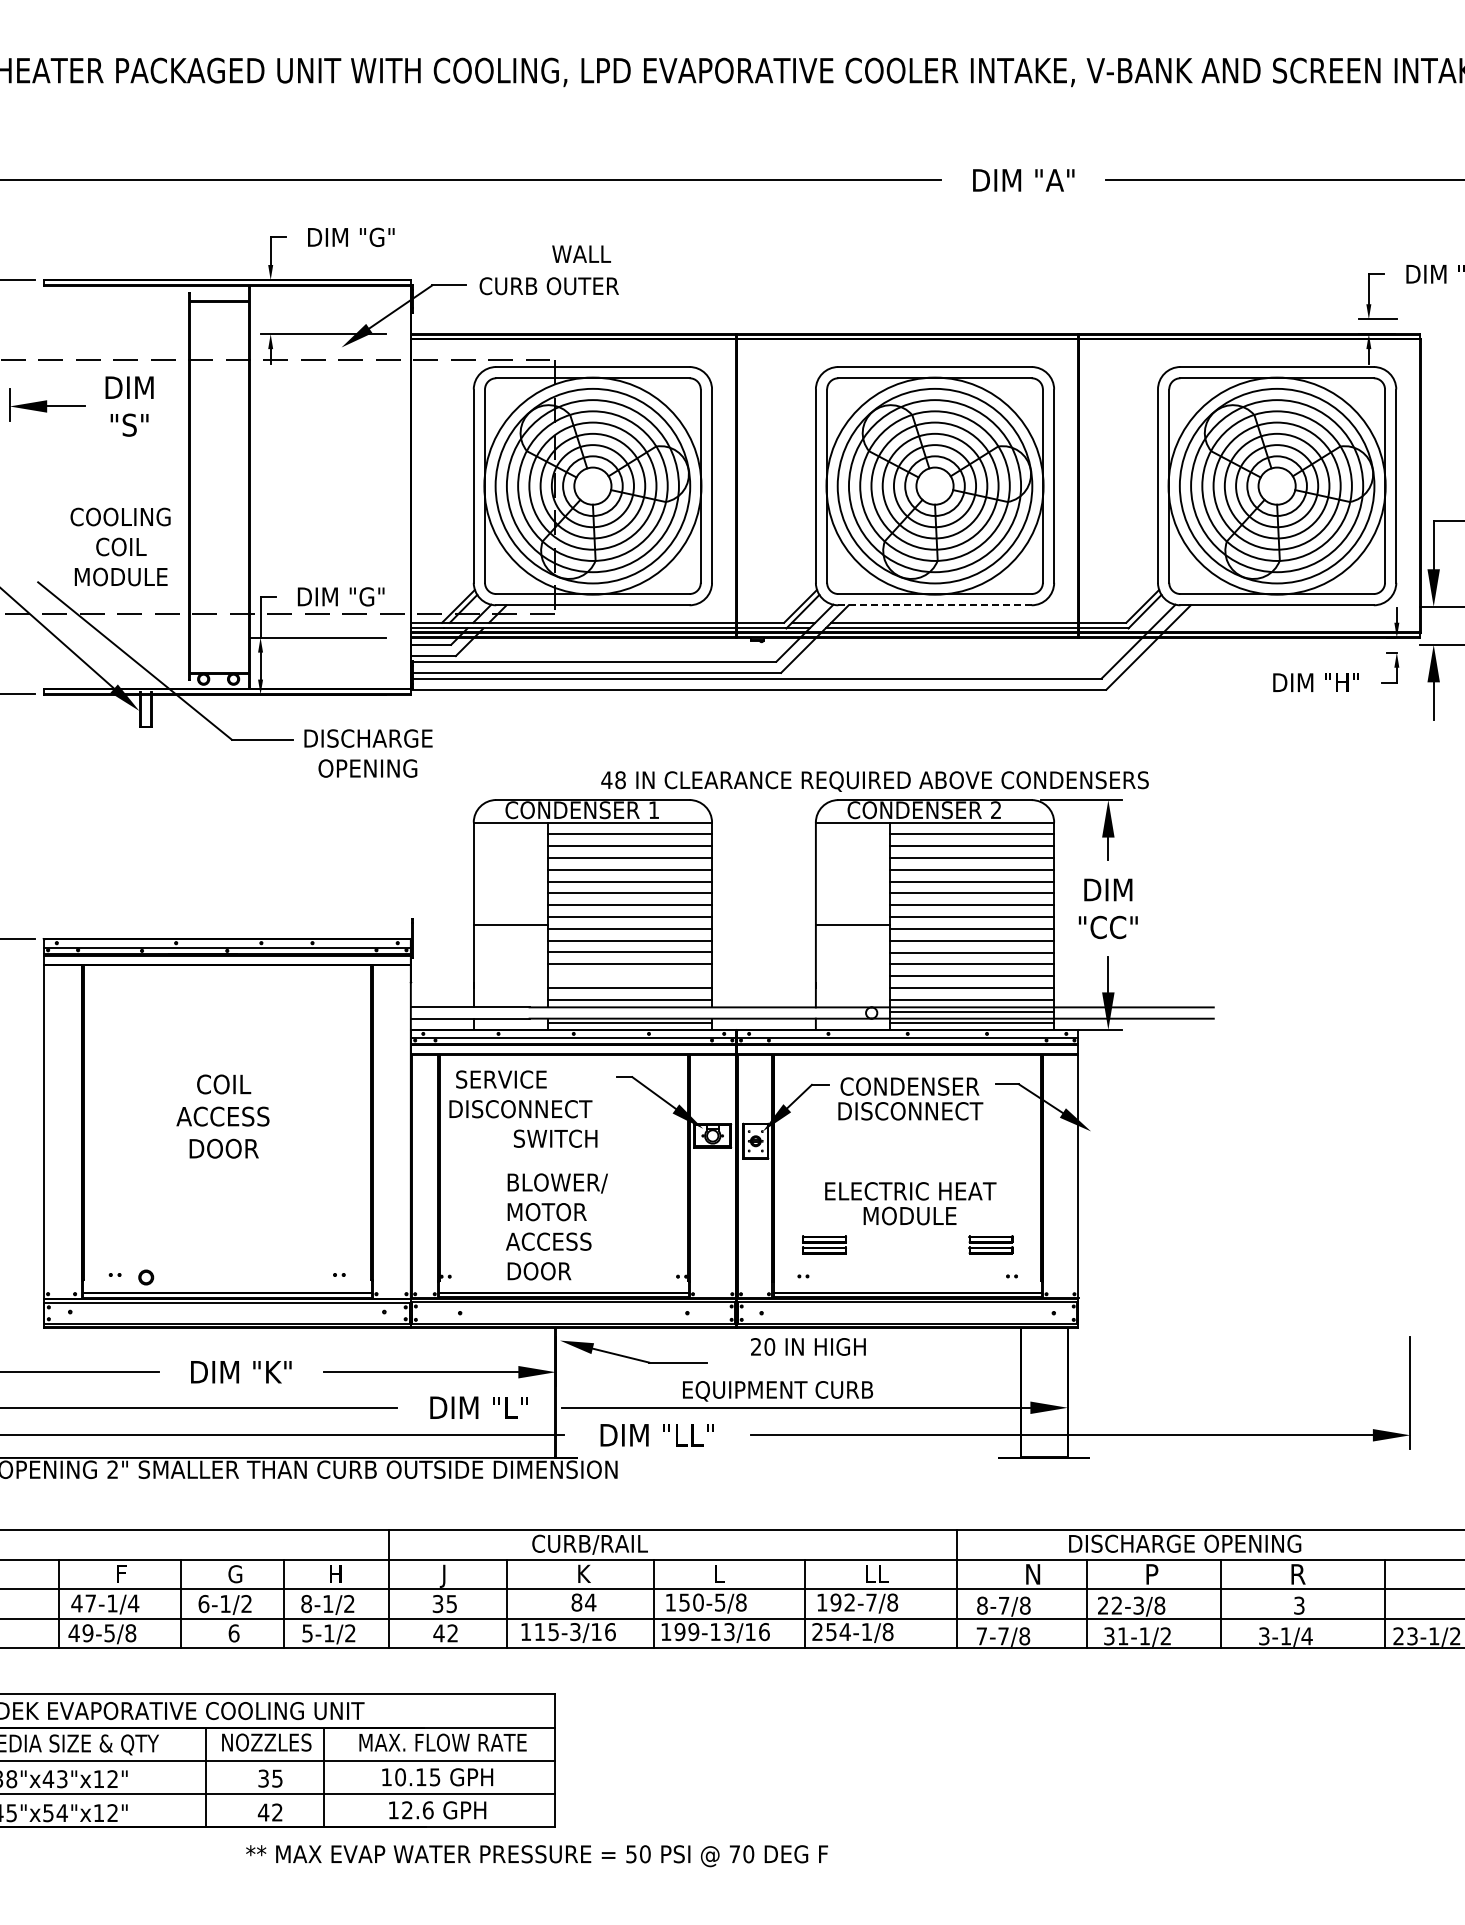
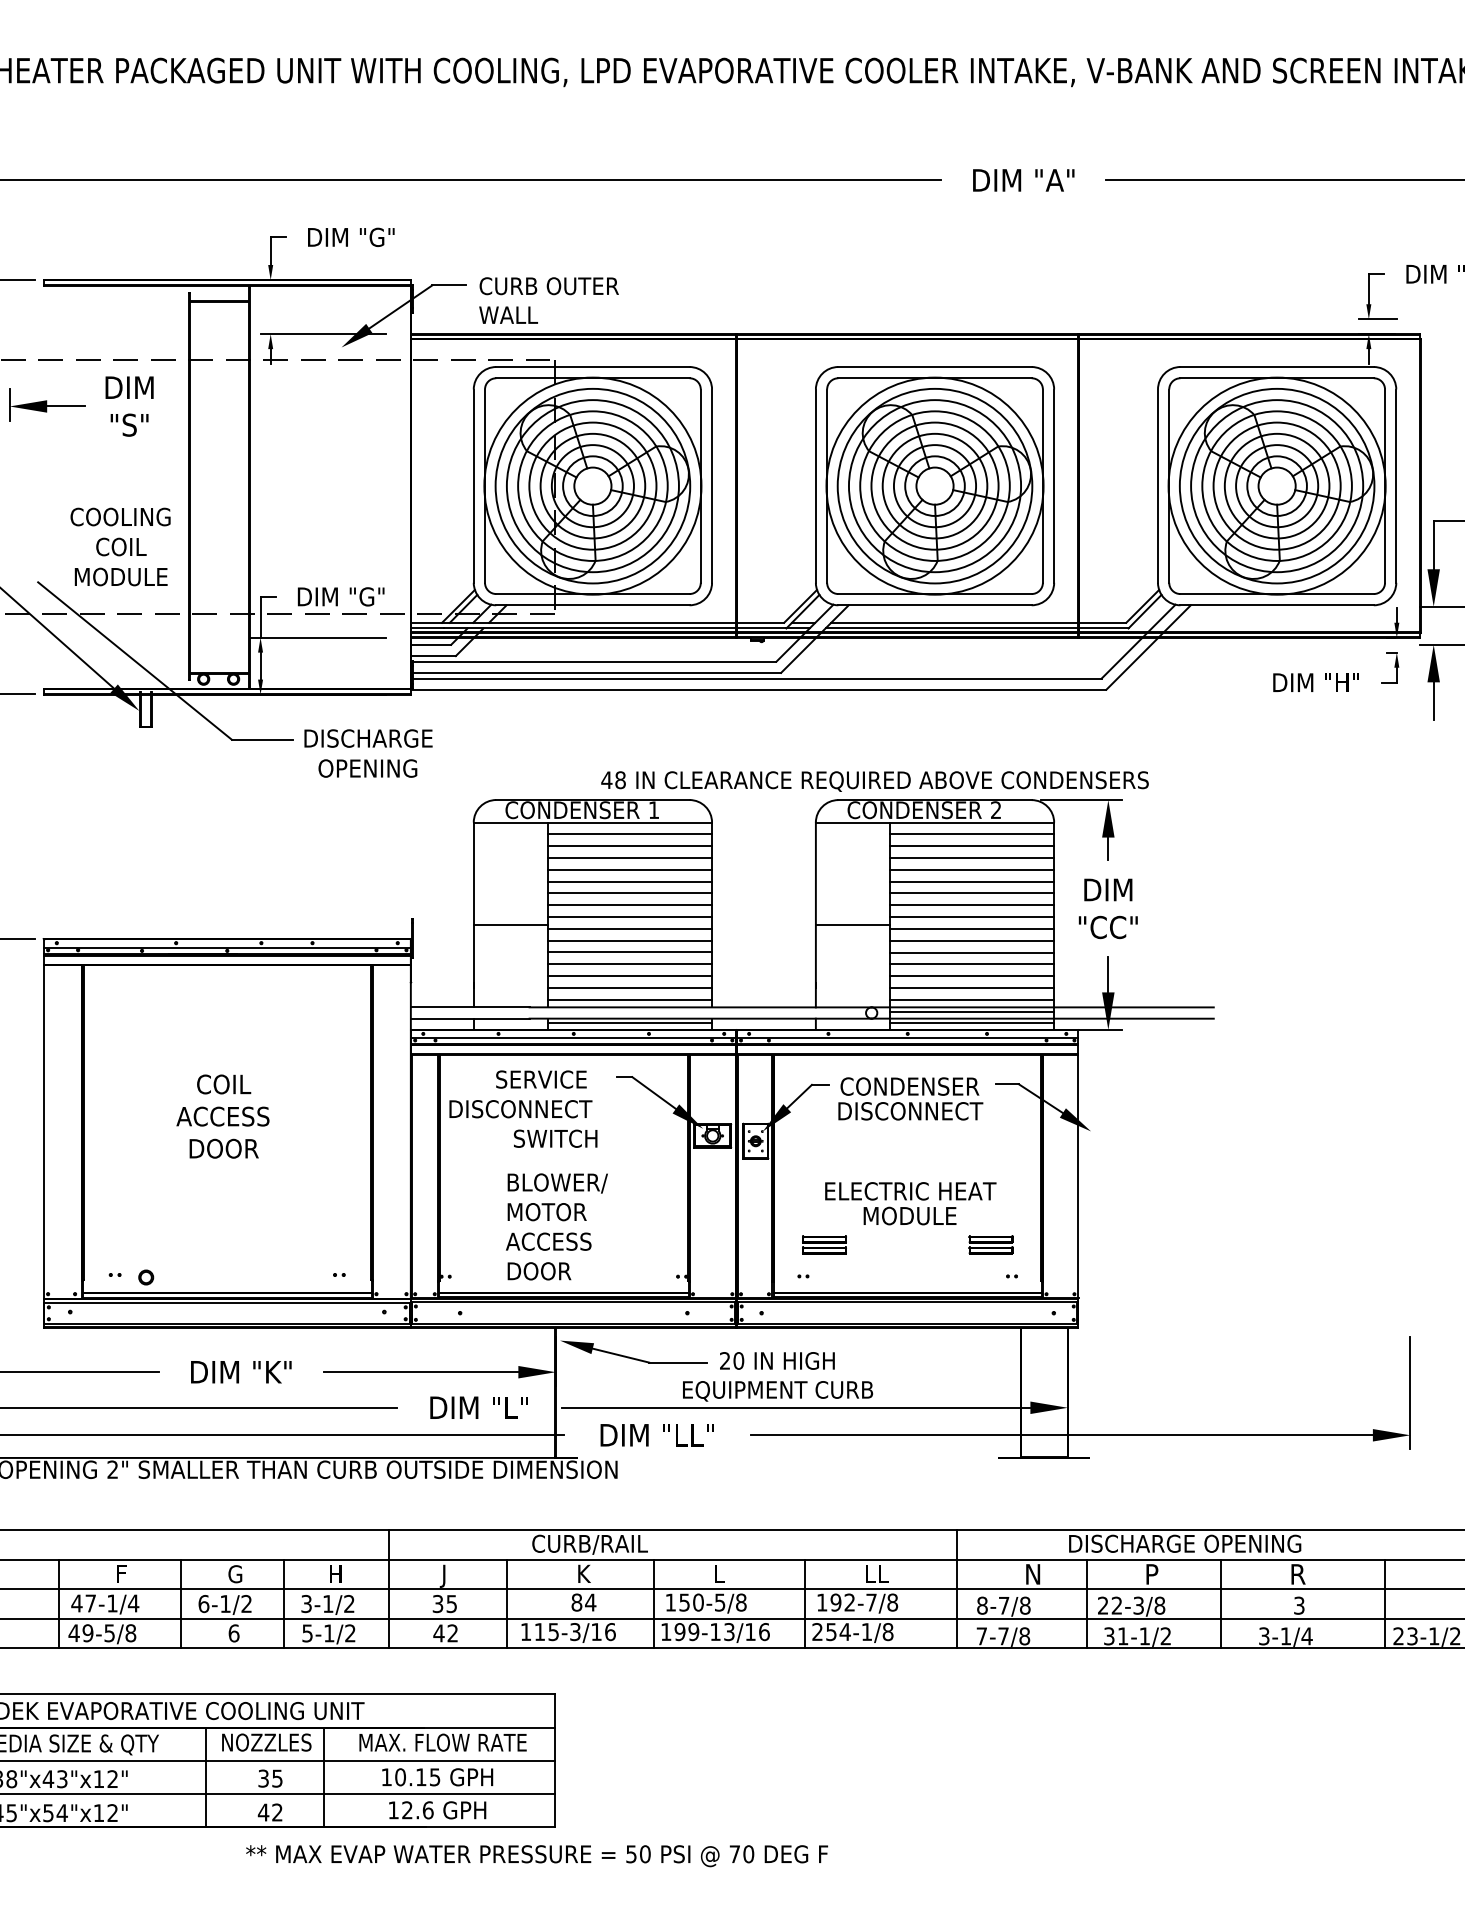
text at (581, 253) position: (581, 253) -> (508, 314)
line at (935, 605): dashed -> solid
line at (629, 976): none -> present
text at (501, 1079) position: (501, 1079) -> (541, 1079)
text at (808, 1346) position: (808, 1346) -> (777, 1360)
text at (306, 1603): 8-1/2 -> 3-1/2
